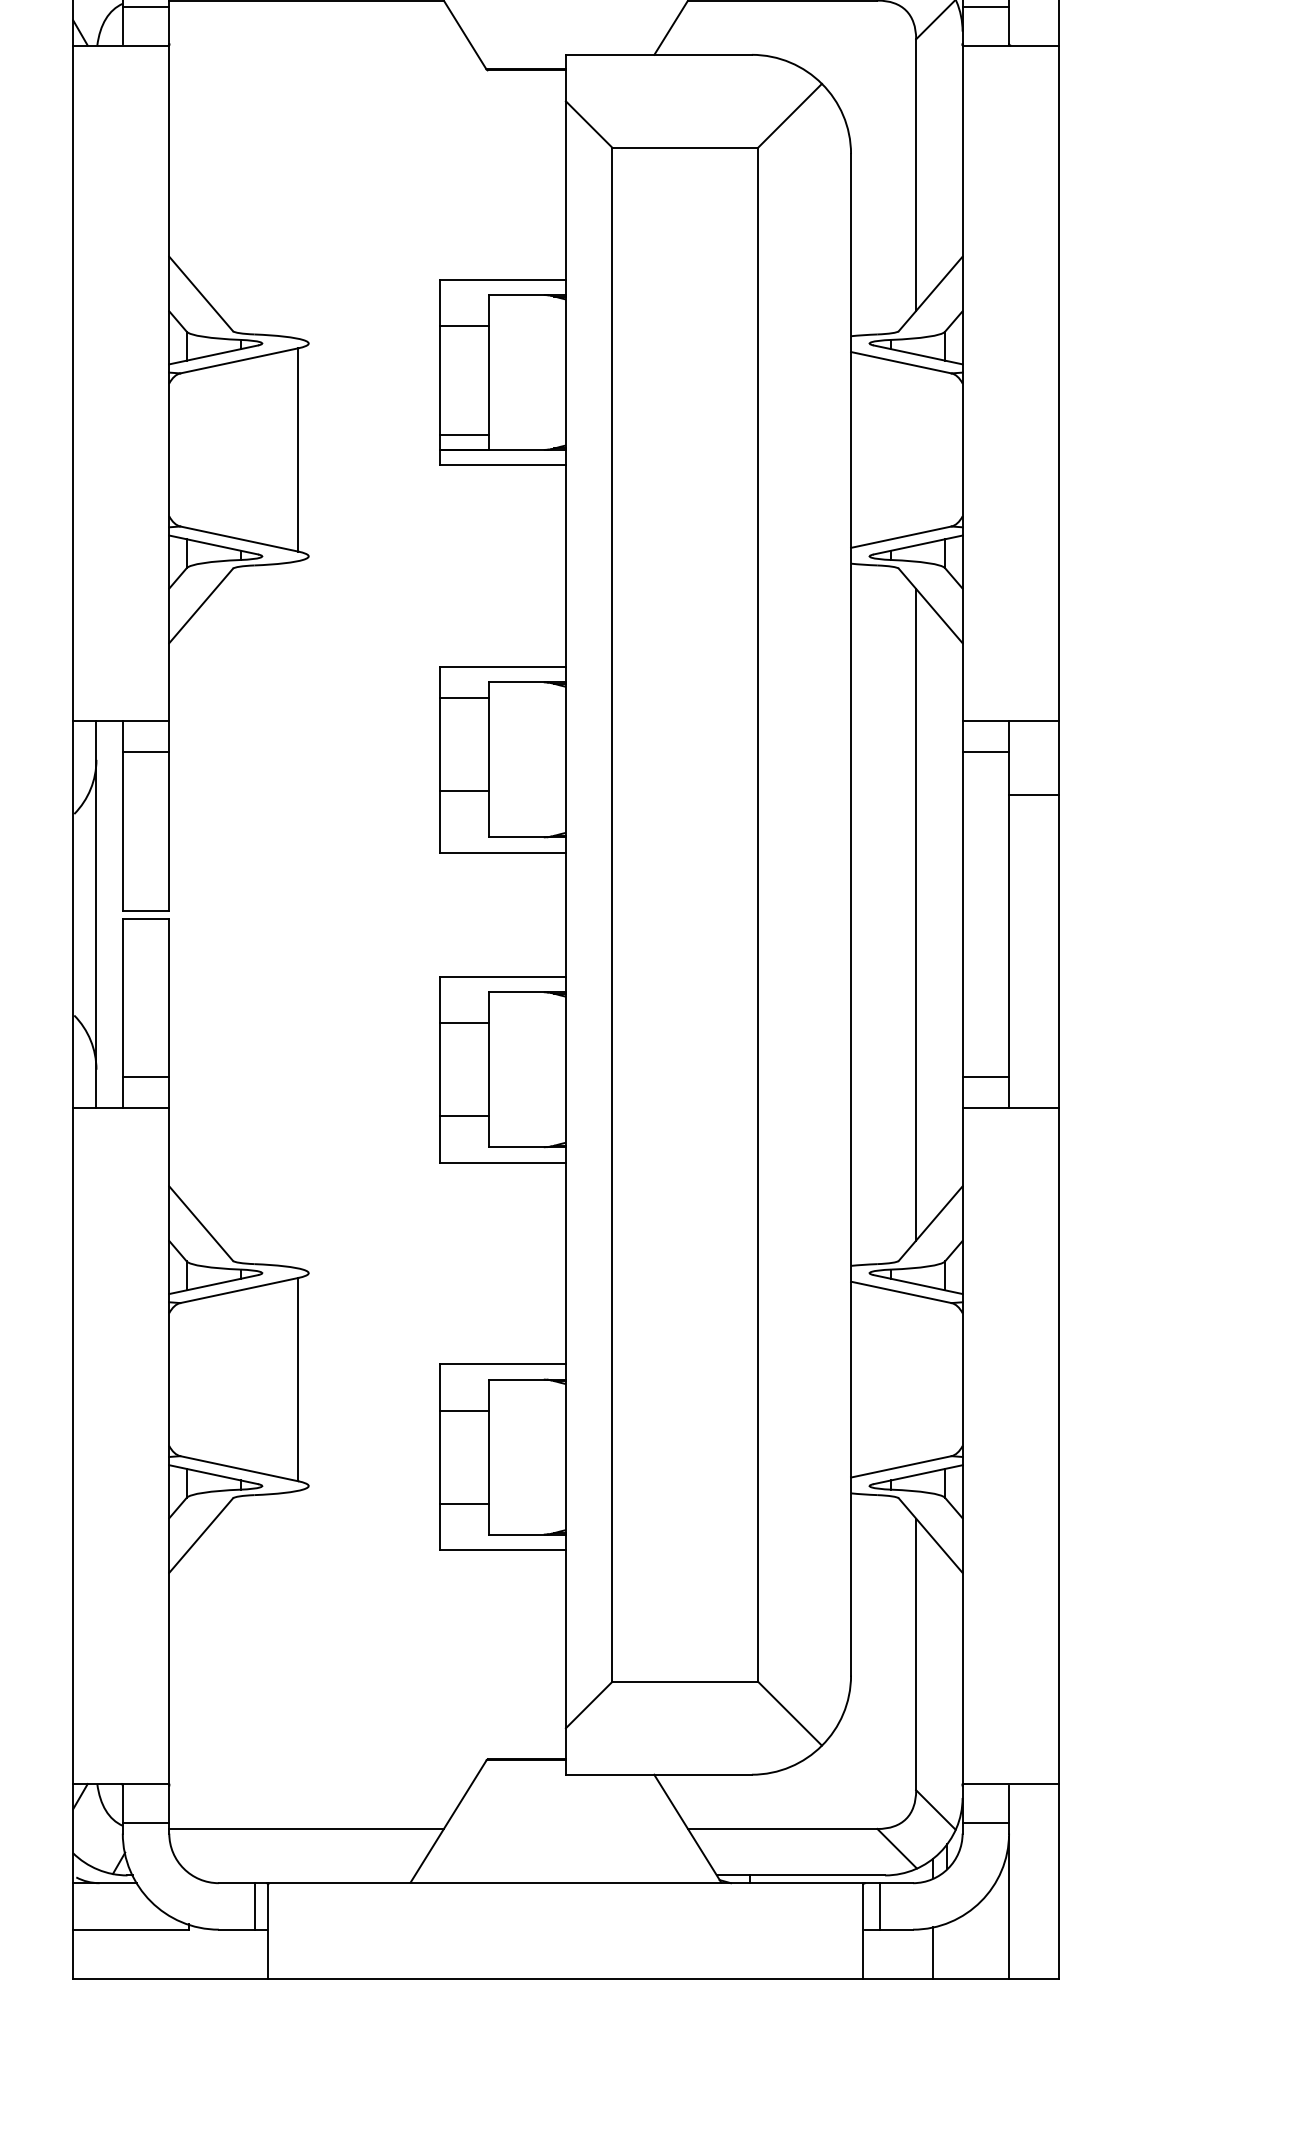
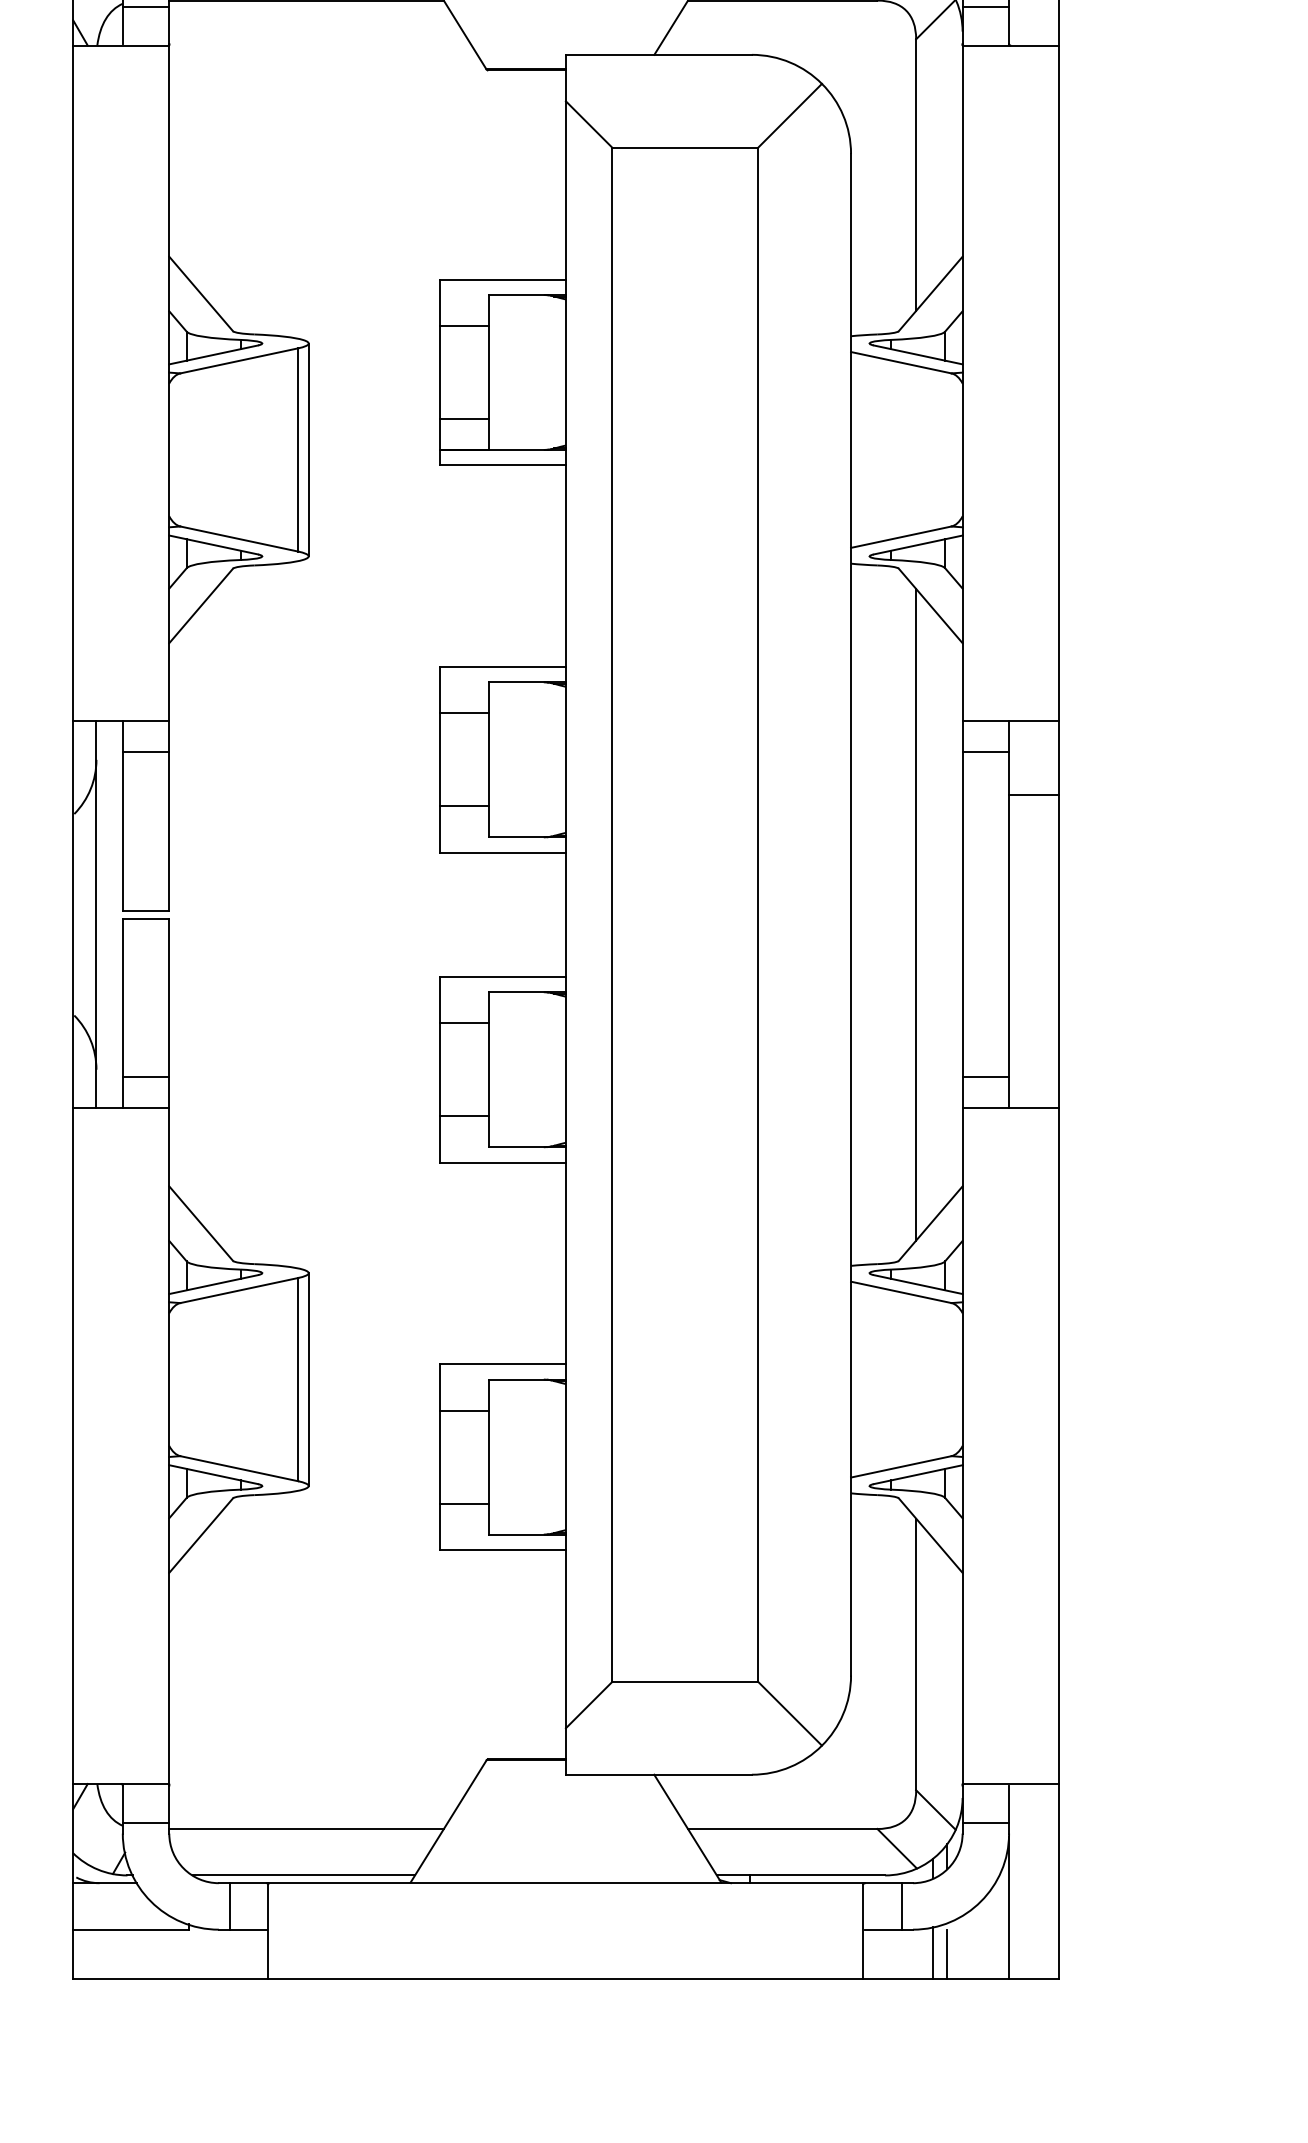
line at (464, 434) position: (464, 434) -> (464, 418)
line at (308, 449): none -> present
line at (464, 698) position: (464, 698) -> (464, 713)
line at (464, 791) position: (464, 791) -> (464, 806)
line at (308, 1379): none -> present
line at (304, 1875): none -> present
line at (254, 1906) position: (254, 1906) -> (229, 1906)
line at (880, 1906) position: (880, 1906) -> (902, 1906)
line at (947, 1954): none -> present
